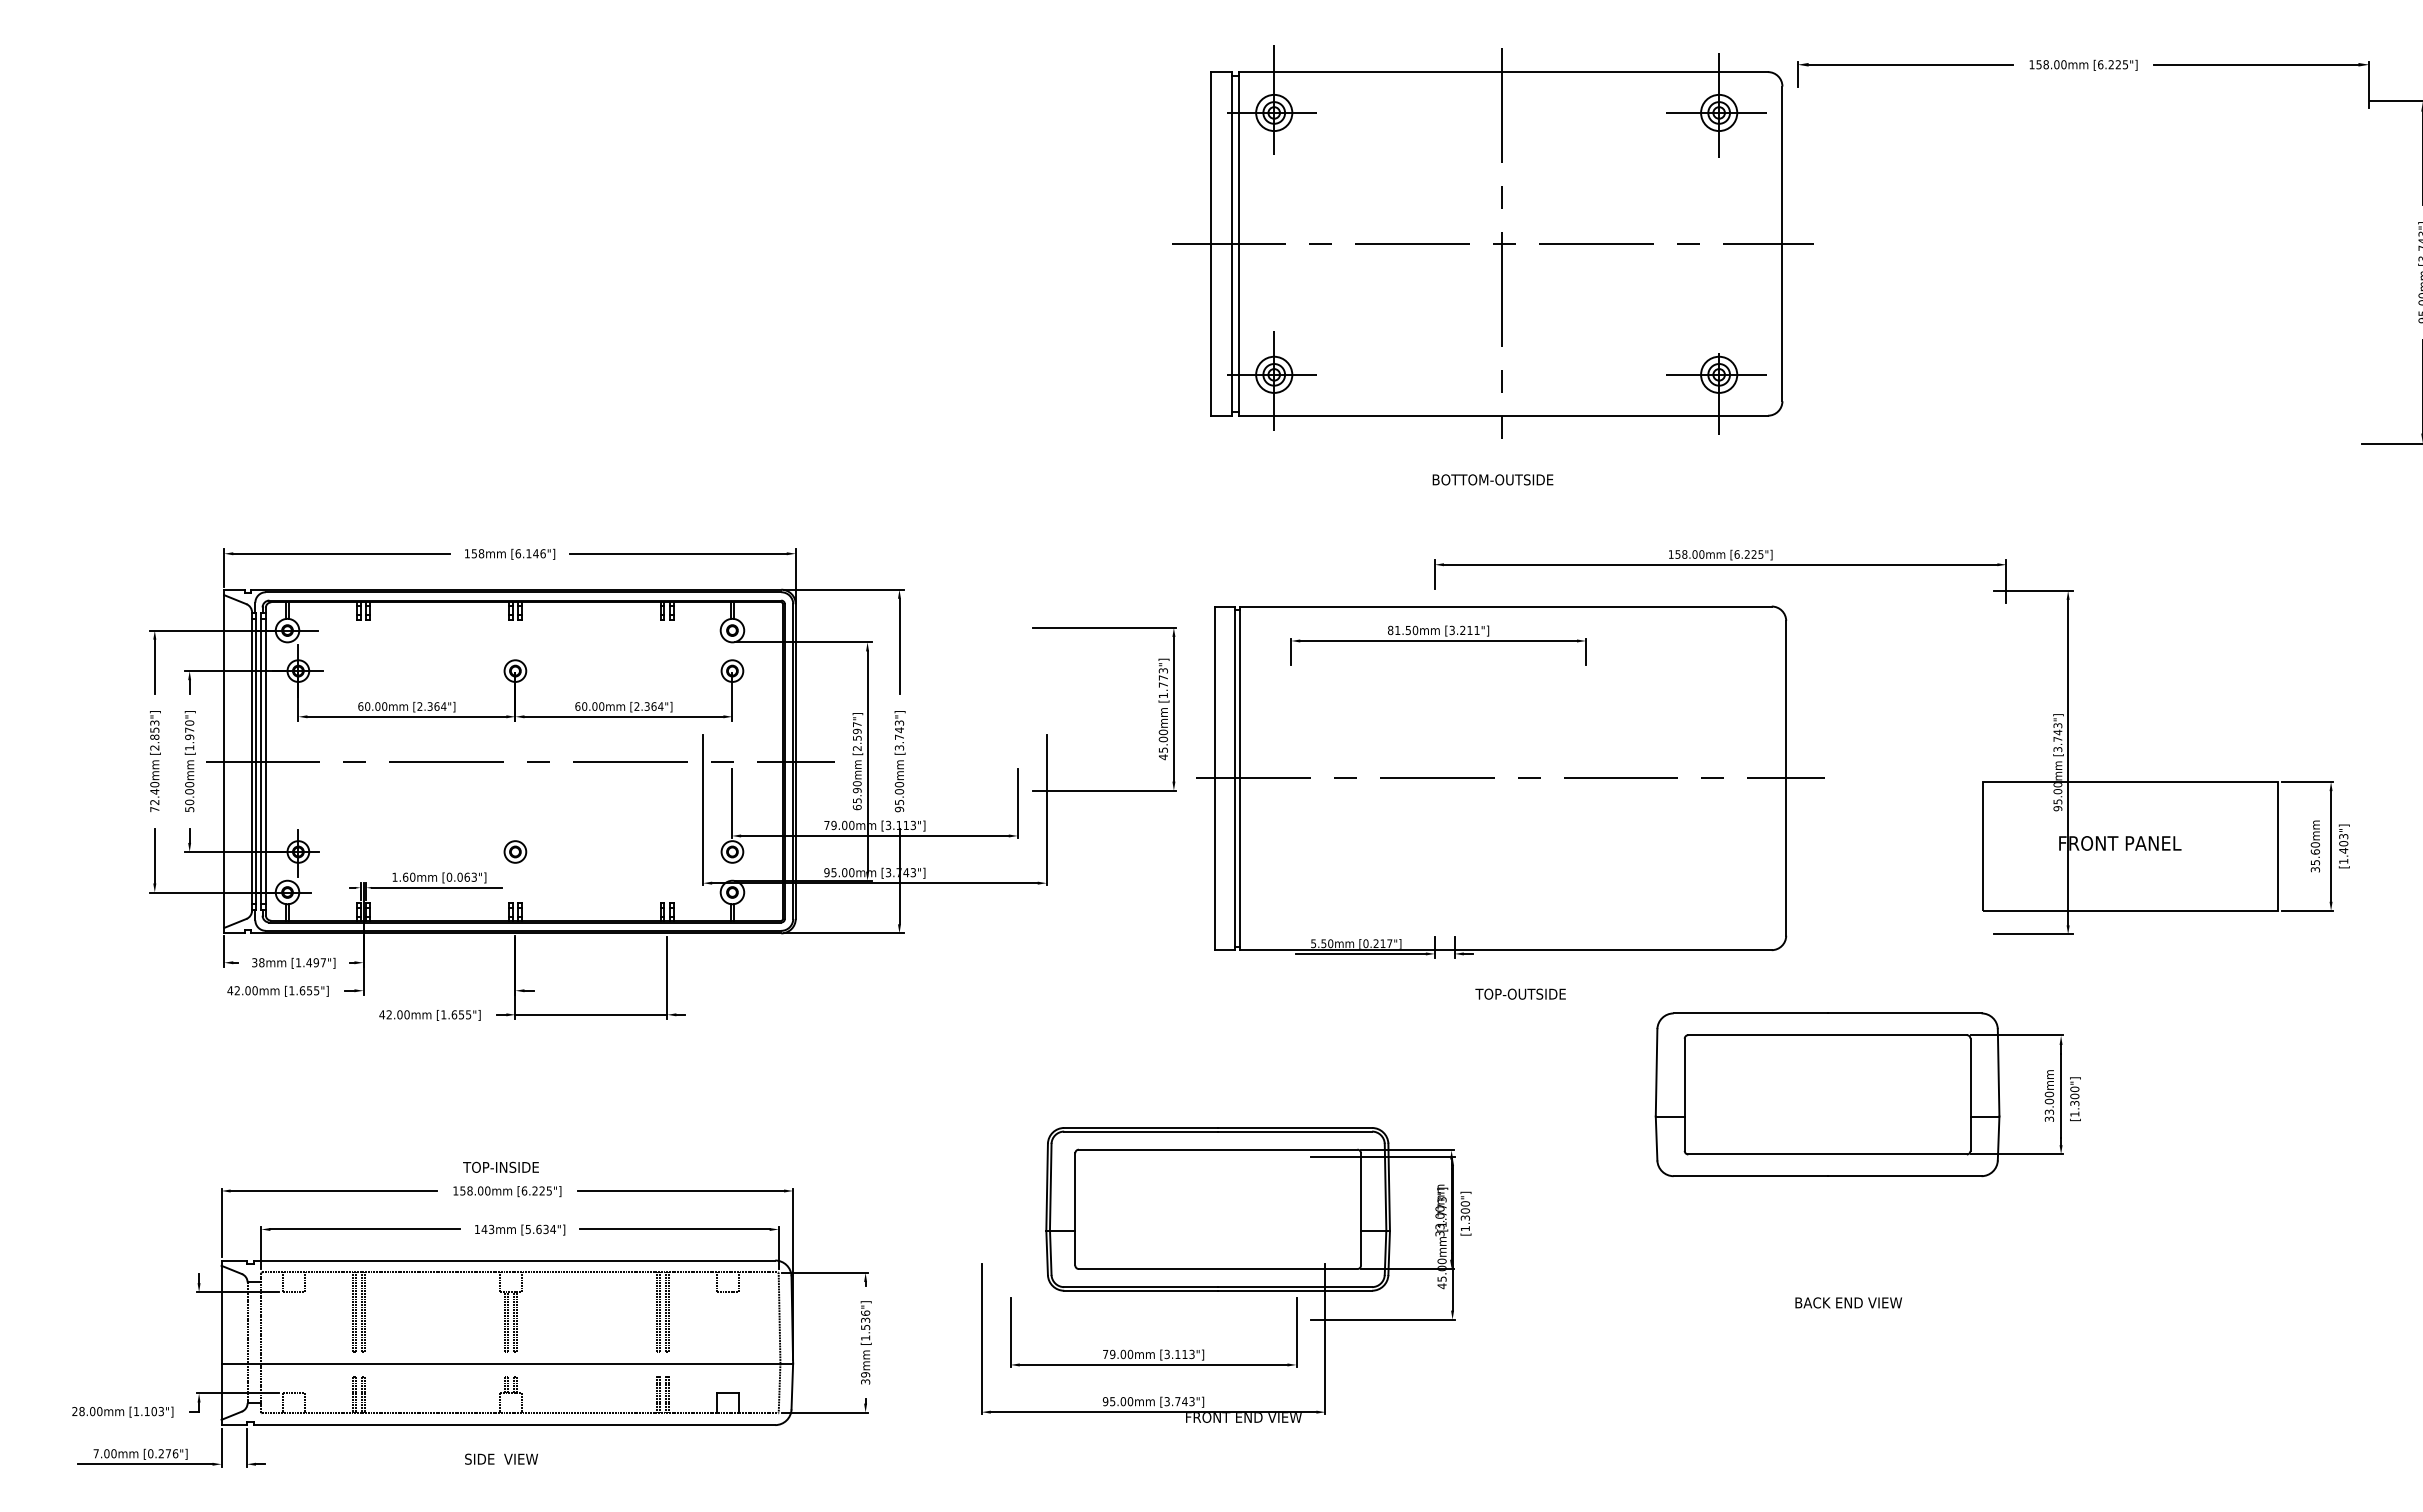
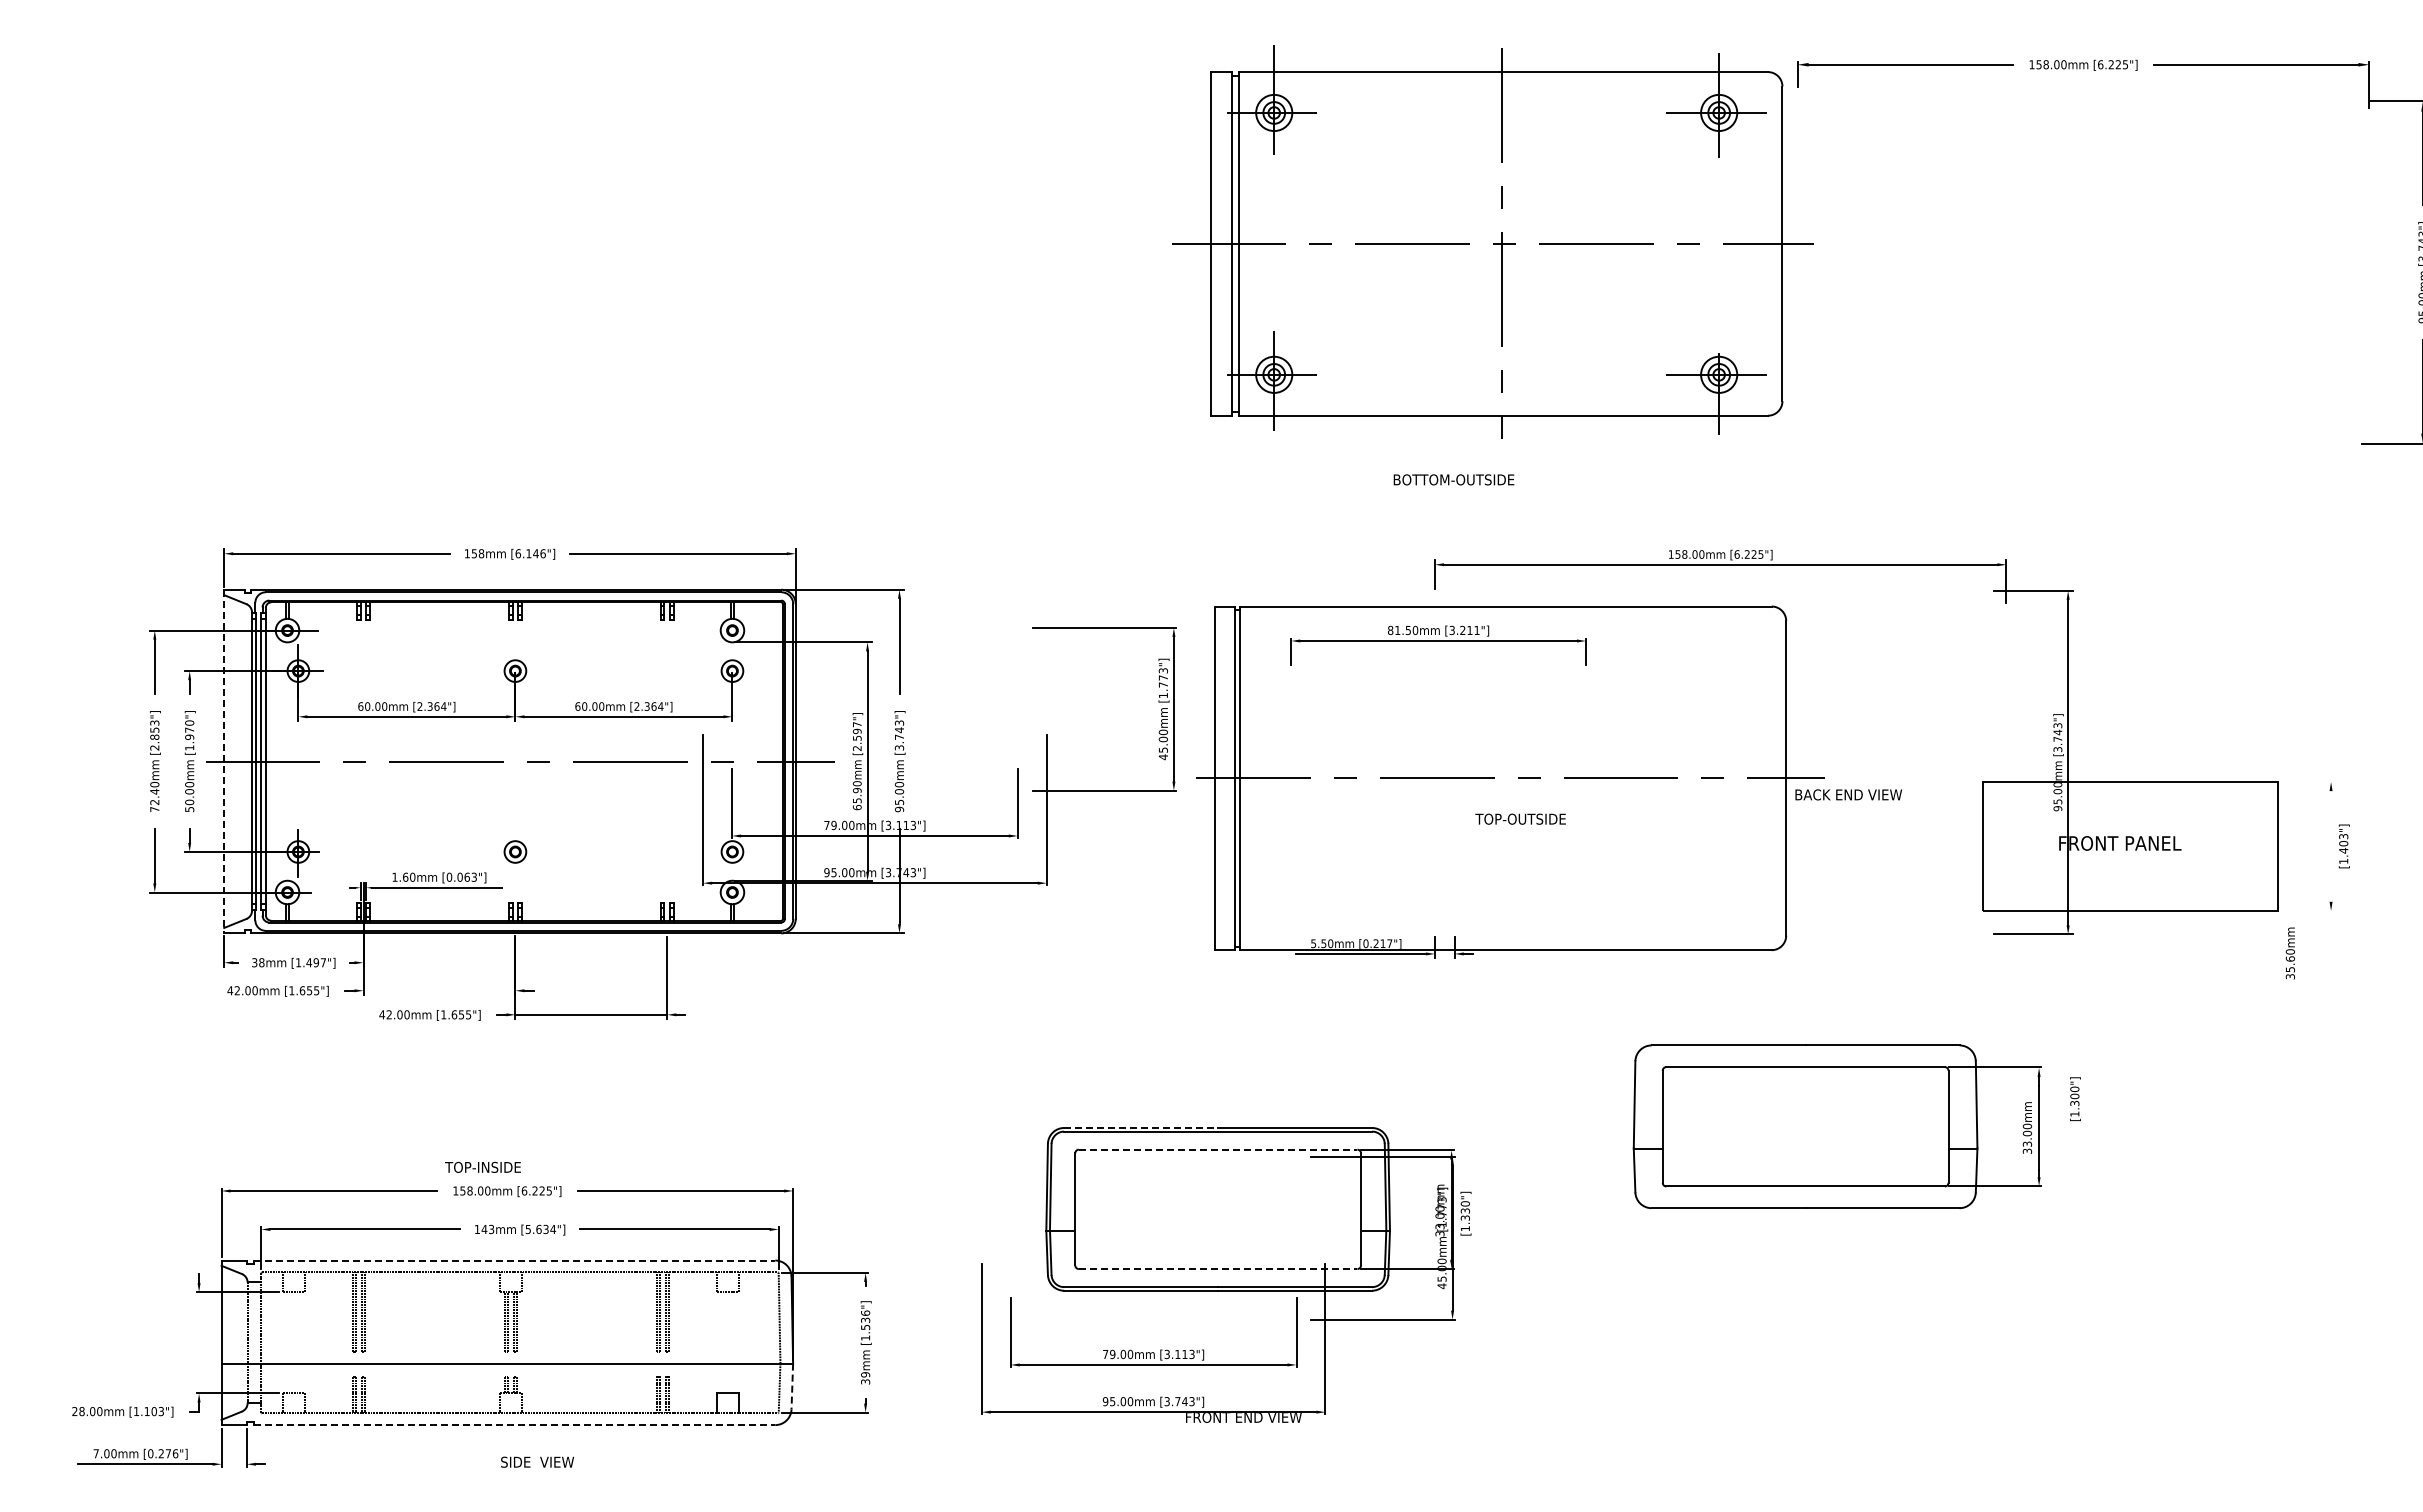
text at (1492, 479) position: (1492, 479) -> (1453, 479)
line at (224, 761): solid -> dashed
line at (2307, 782): present -> none
text at (2314, 846) position: (2314, 846) -> (2289, 953)
line at (2331, 846): present -> none
line at (2307, 910): present -> none
text at (1520, 993) position: (1520, 993) -> (1520, 818)
part at (1858, 1094) position: (1858, 1094) -> (1836, 1126)
line at (1141, 1127): solid -> dashed
line at (1218, 1149): solid -> dashed
text at (500, 1166) position: (500, 1166) -> (482, 1166)
text at (1464, 1210): [1.300"] -> [1.330"]
line at (514, 1260): solid -> dashed
line at (1218, 1269): solid -> dashed
text at (1848, 1302) position: (1848, 1302) -> (1848, 794)
line at (792, 1386): solid -> dashed
line at (514, 1425): solid -> dashed
text at (501, 1458) position: (501, 1458) -> (537, 1461)
